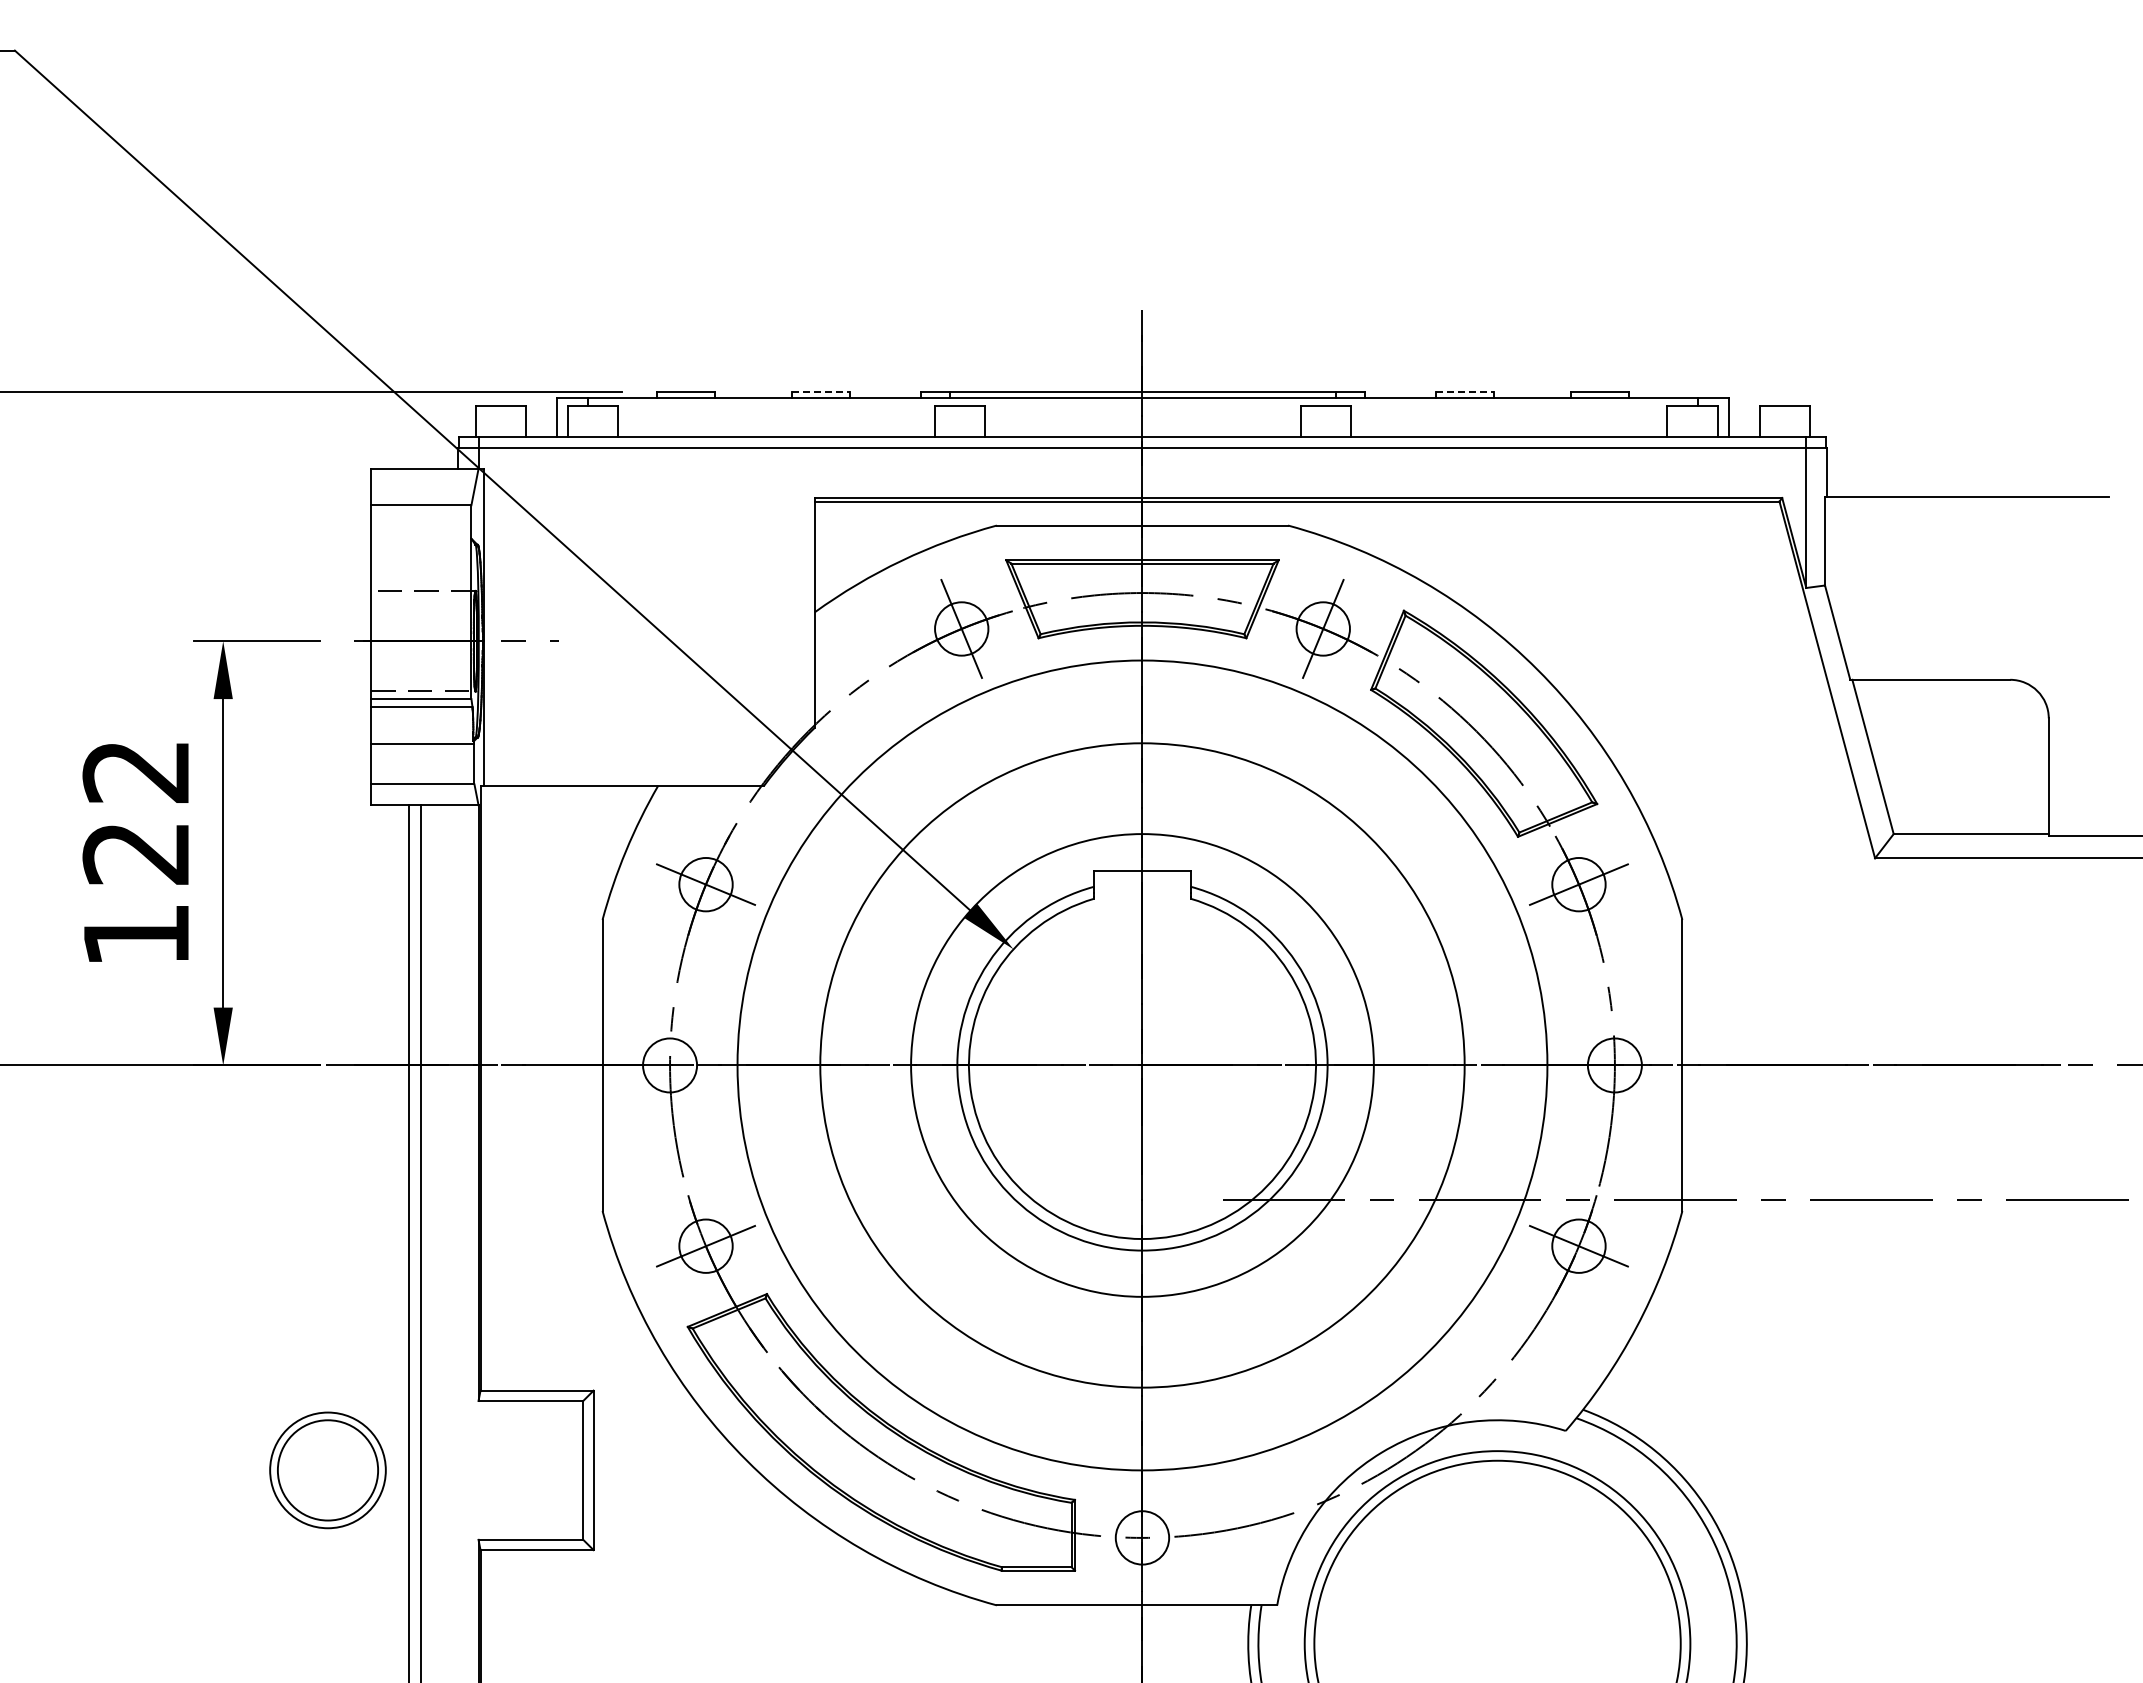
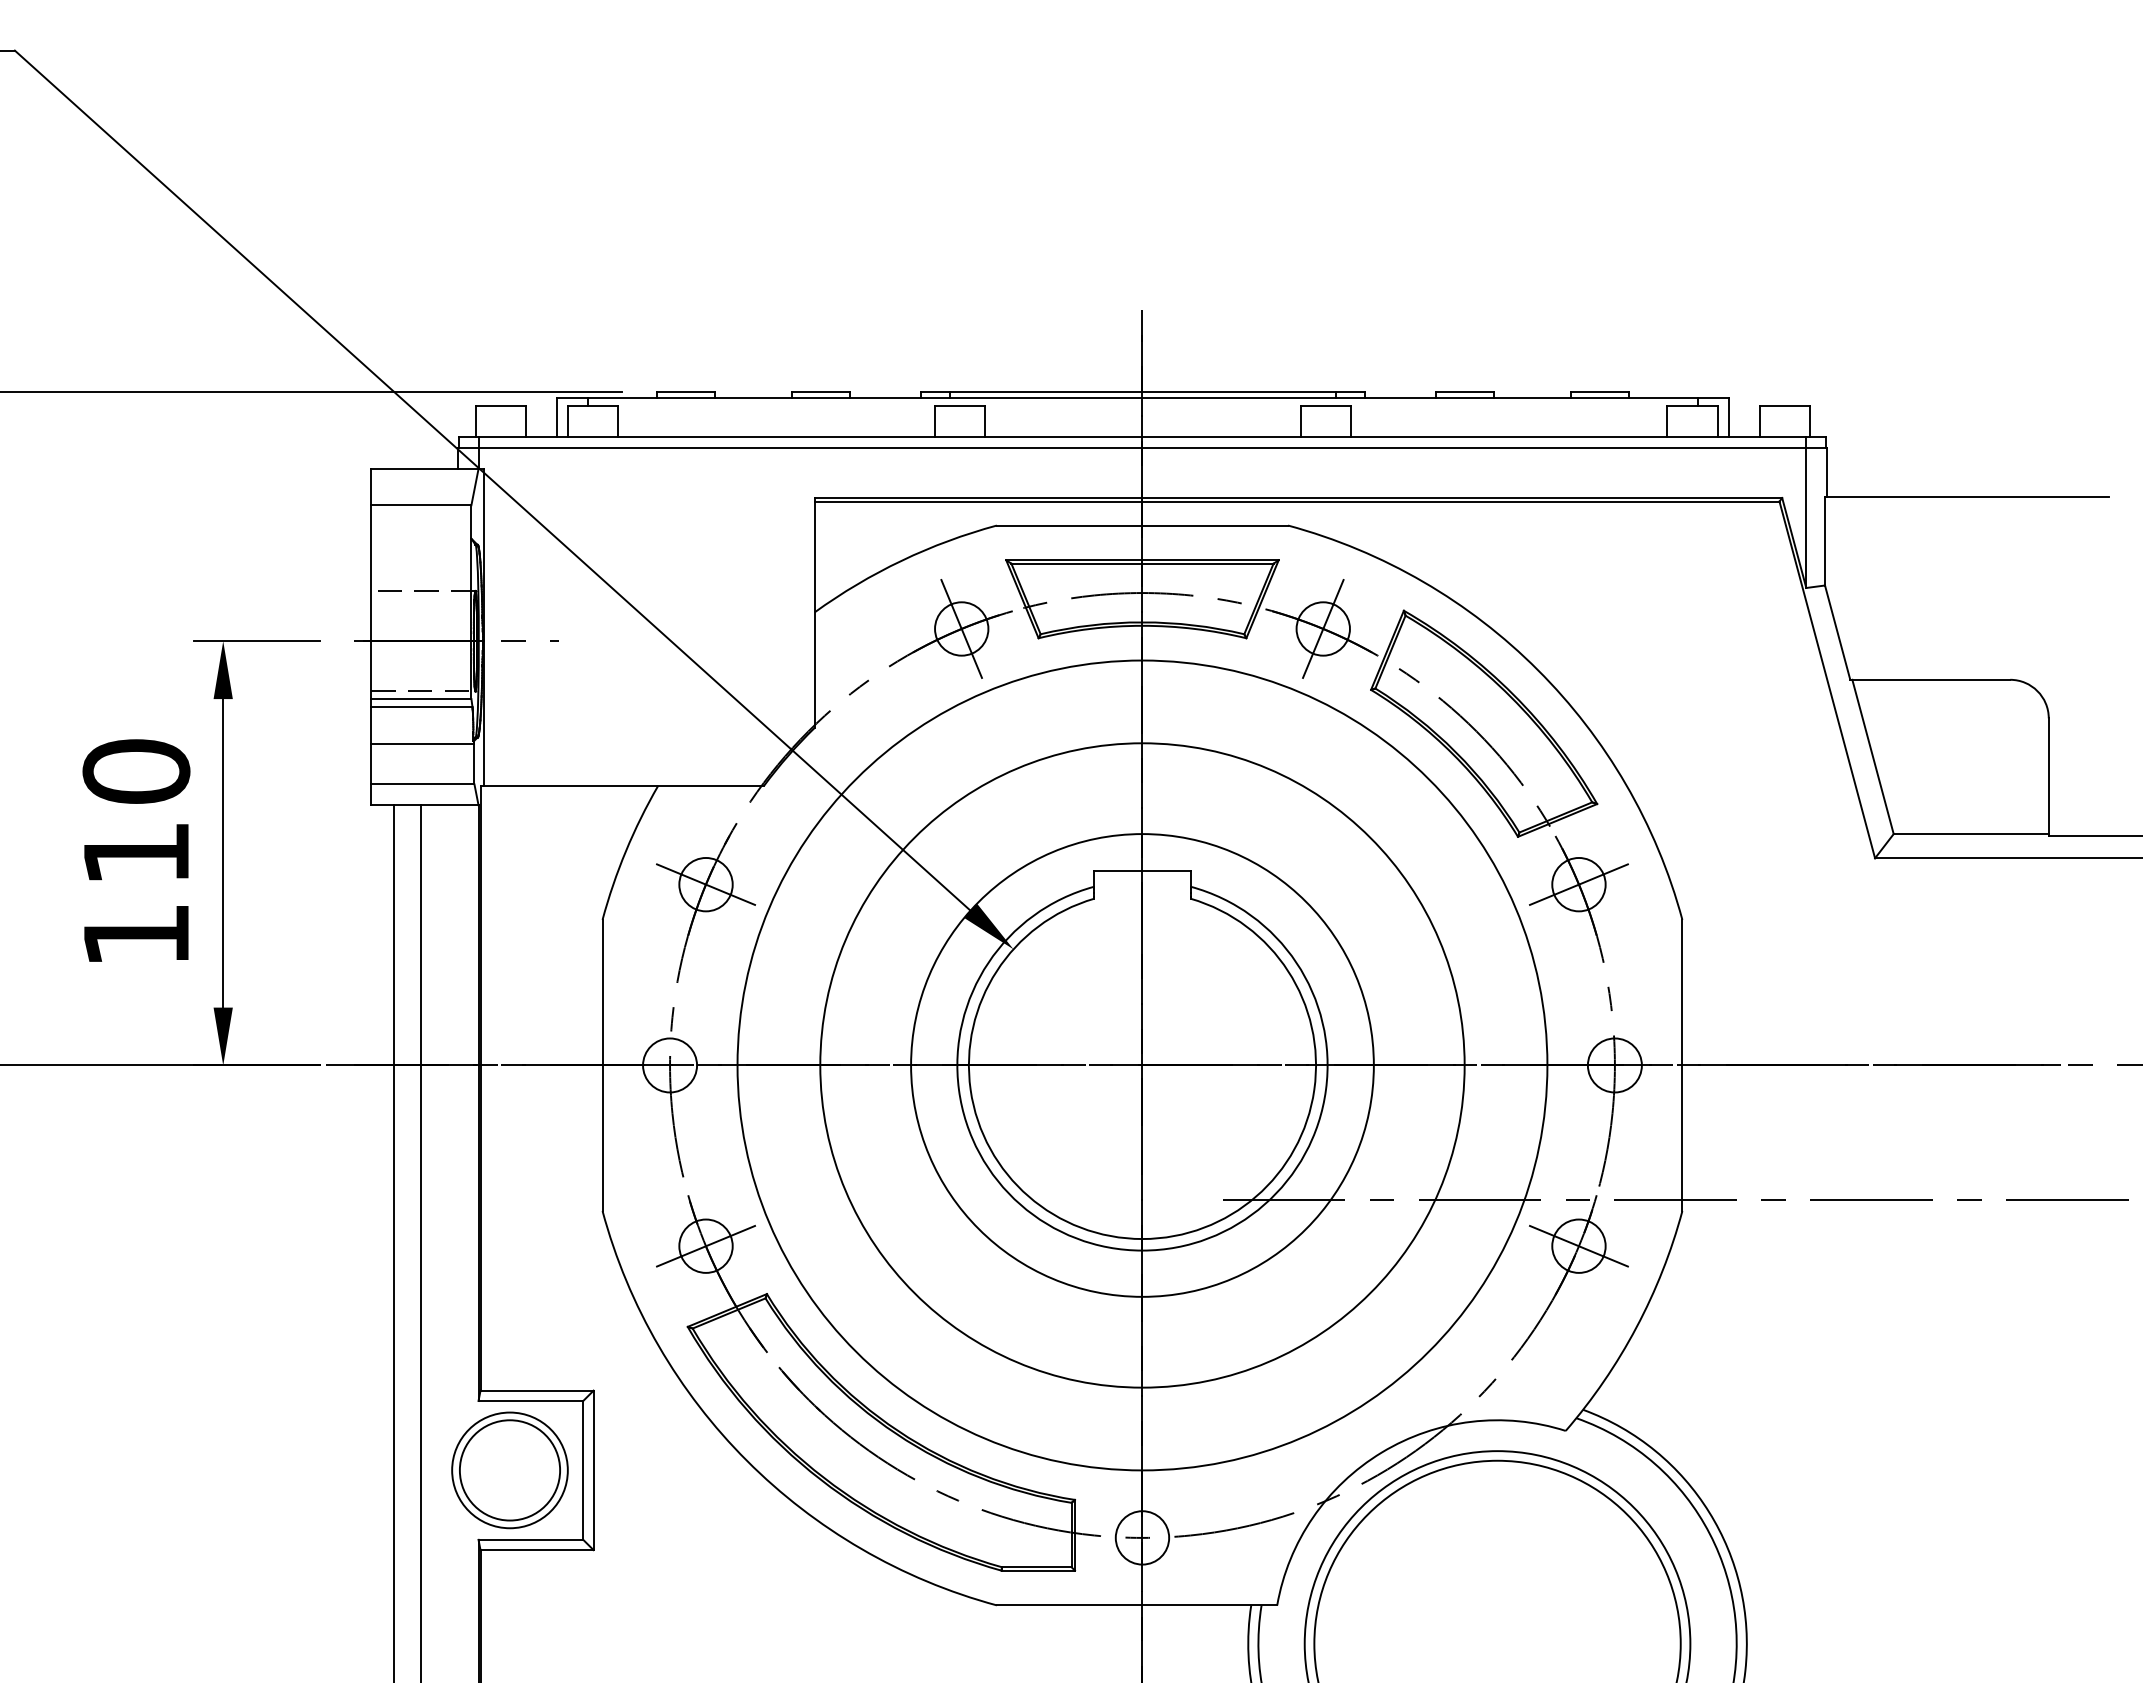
line at (820, 392): dashed -> solid
line at (1464, 392): dashed -> solid
text at (136, 811): 122 -> 110
line at (409, 1242) position: (409, 1242) -> (394, 1242)
part at (327, 1470) position: (327, 1470) -> (509, 1470)
